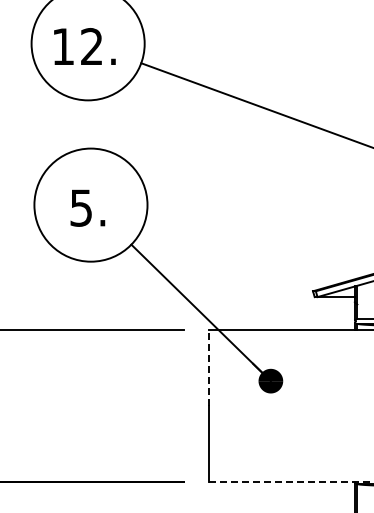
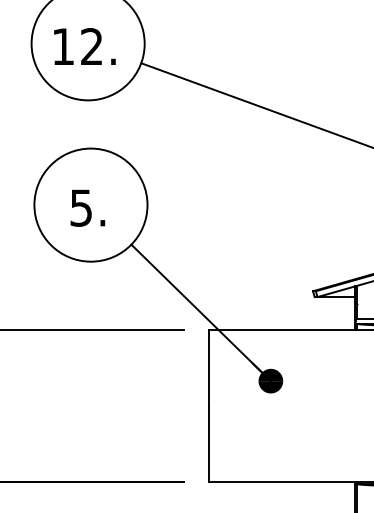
line at (208, 368): dashed -> solid
line at (291, 481): dashed -> solid
